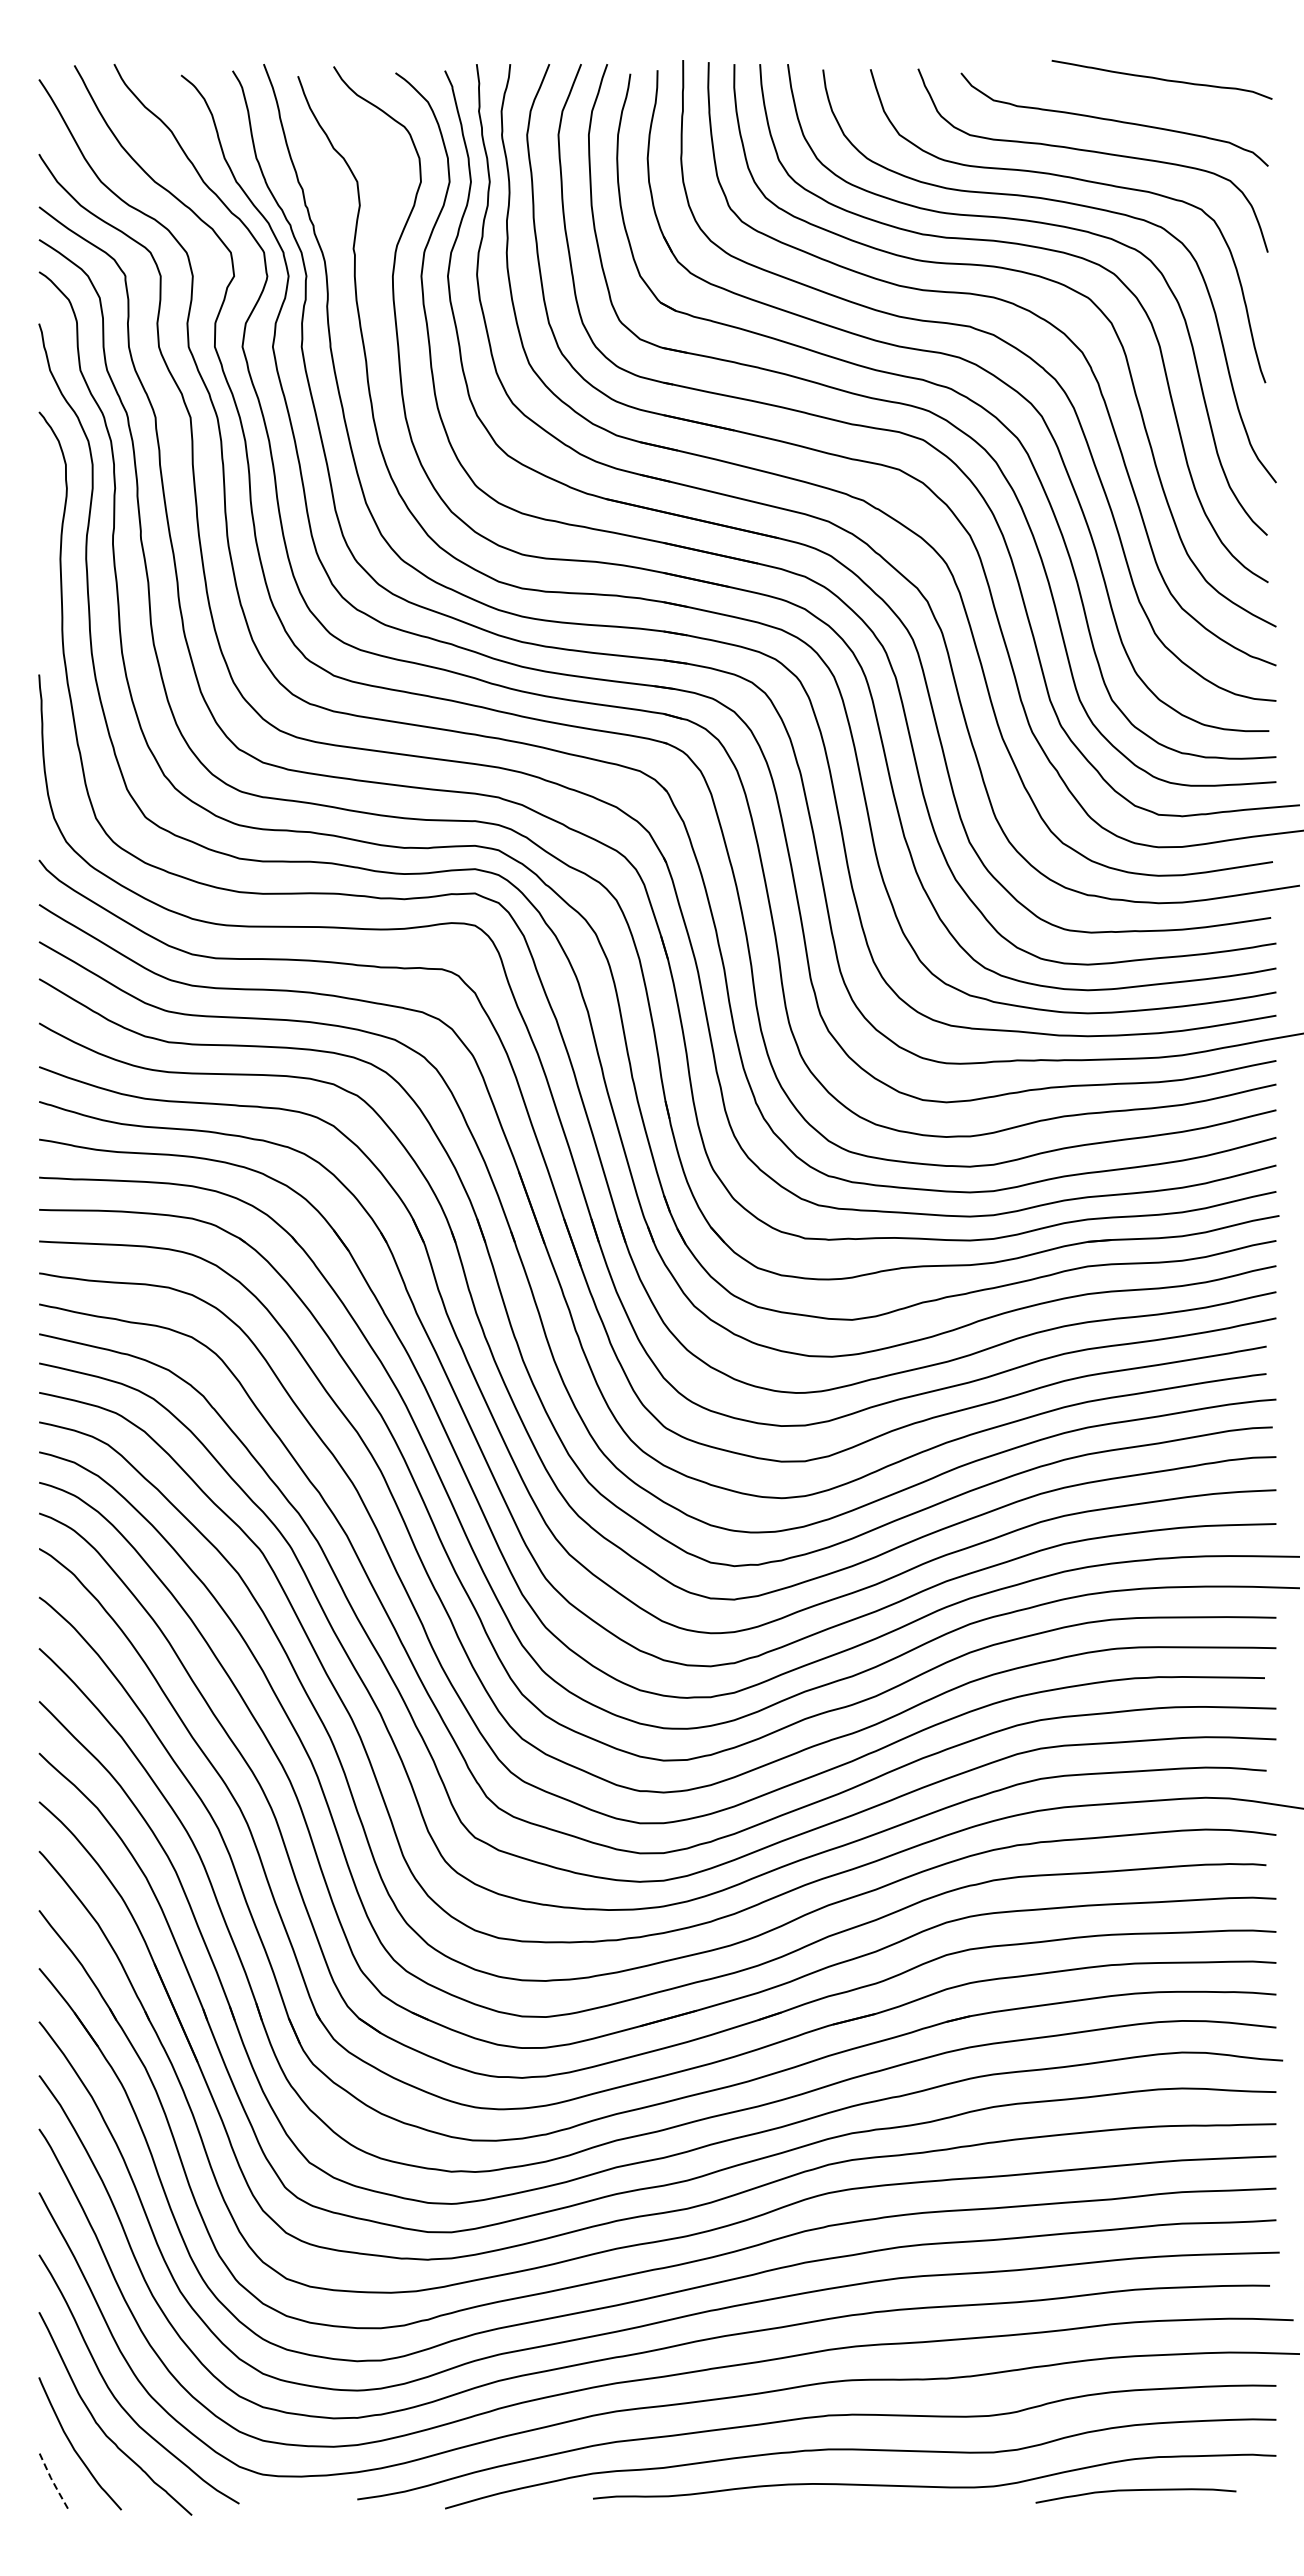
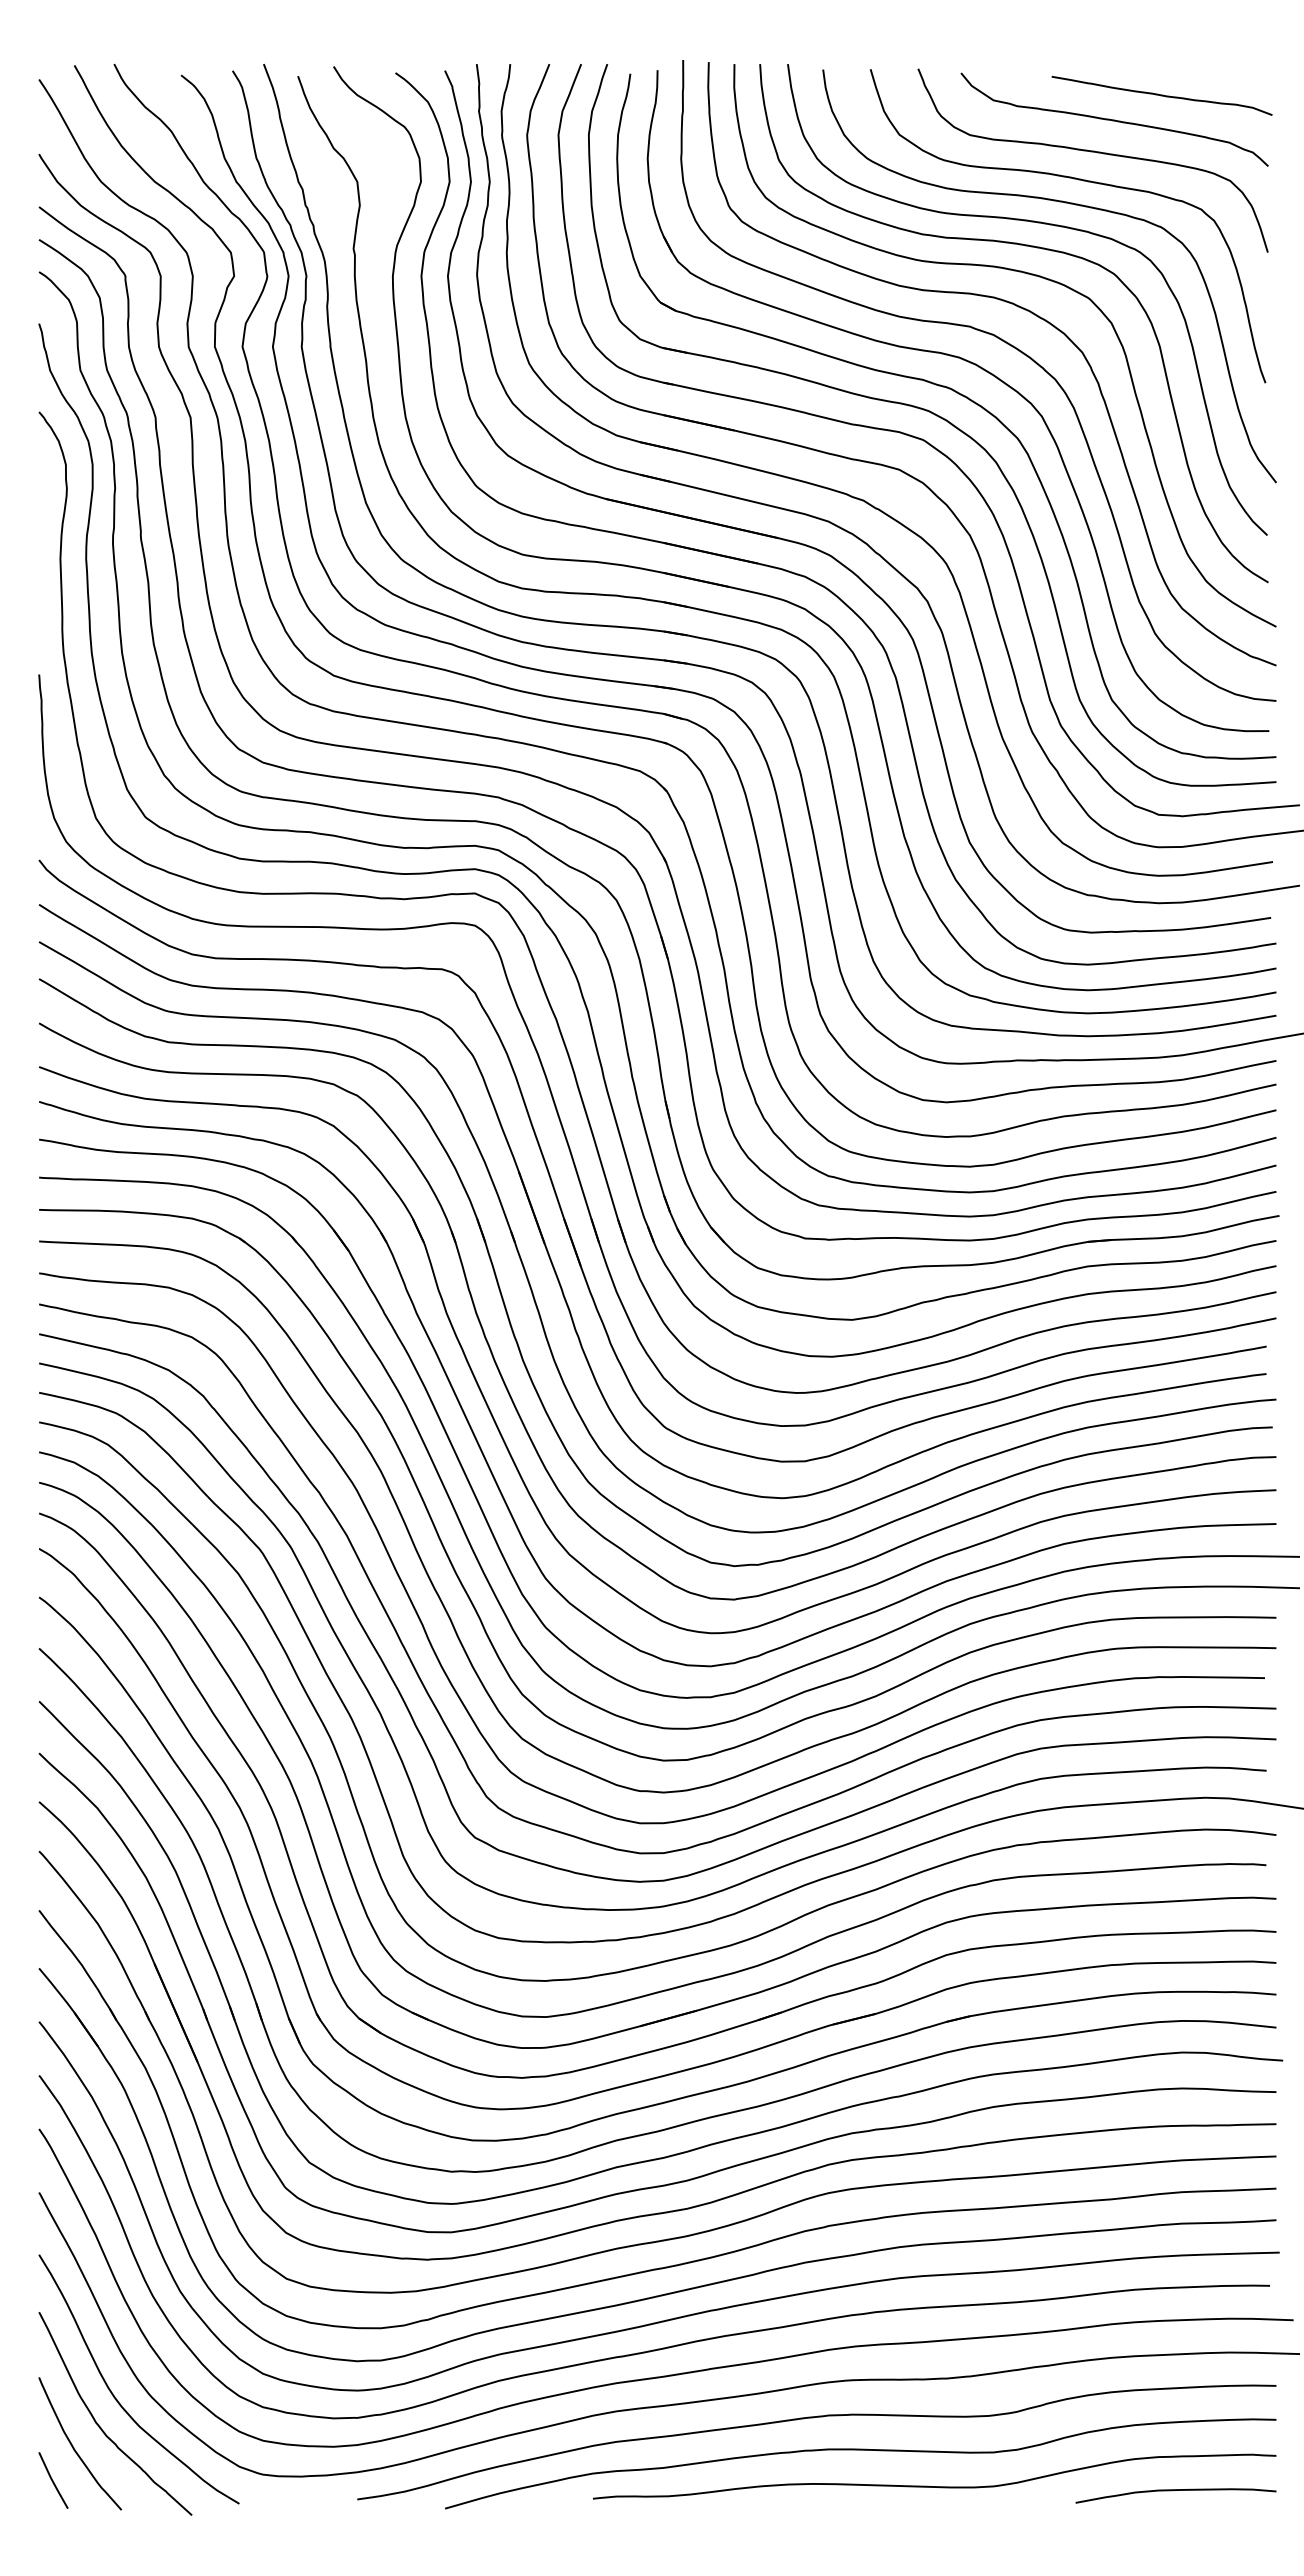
curve at (1161, 79) position: (1161, 79) -> (1161, 95)
line at (52, 2480): dashed -> solid
curve at (1133, 2491) position: (1133, 2491) -> (1173, 2491)
